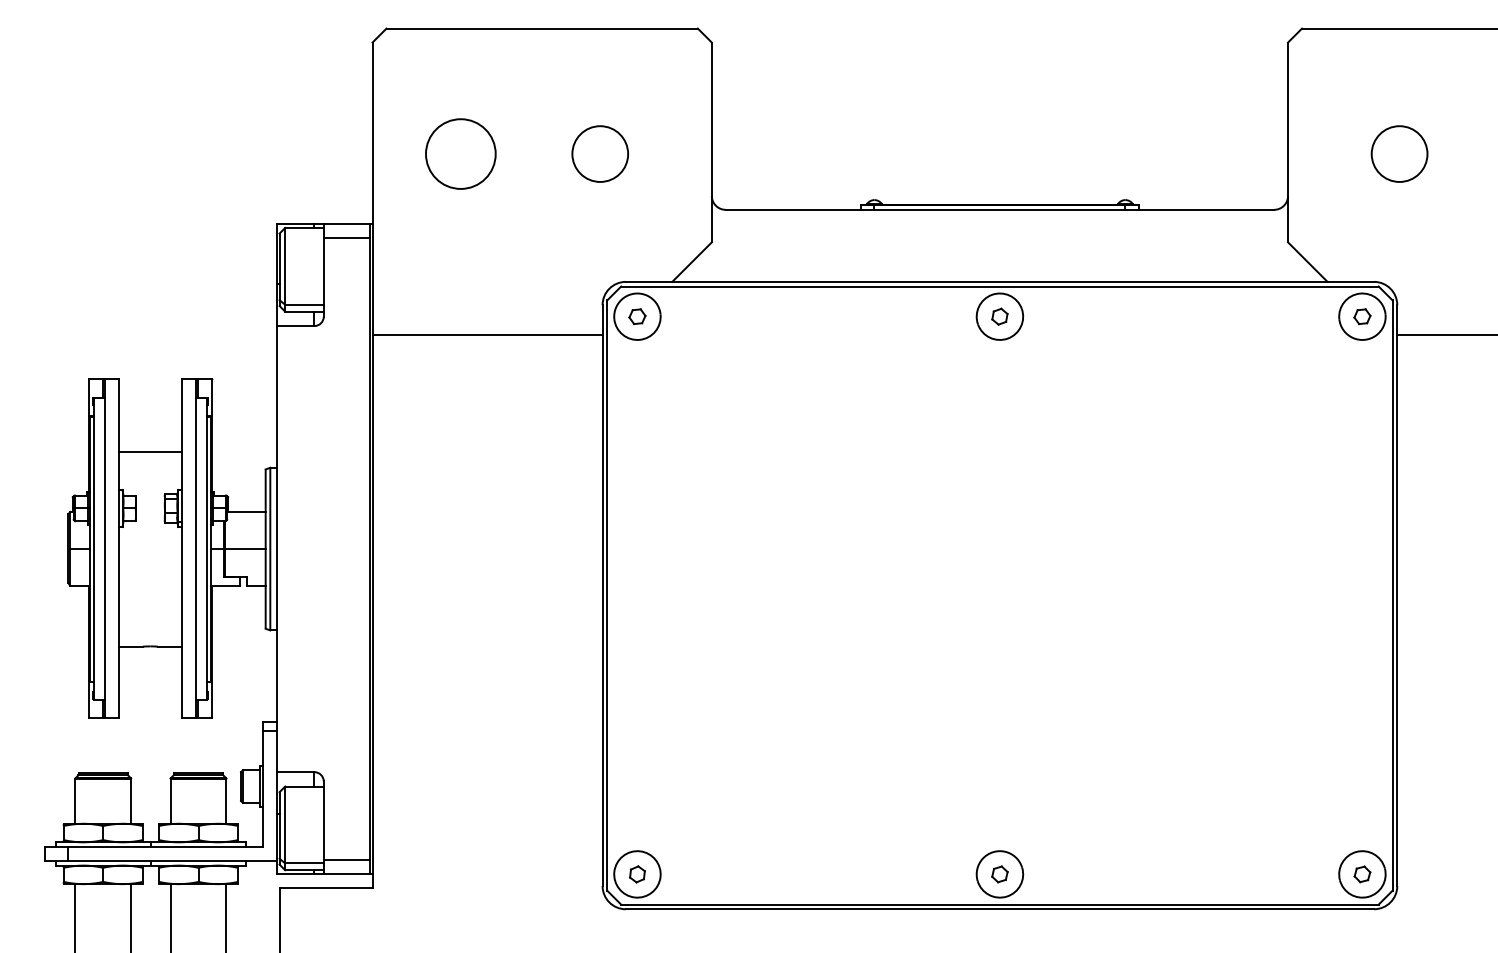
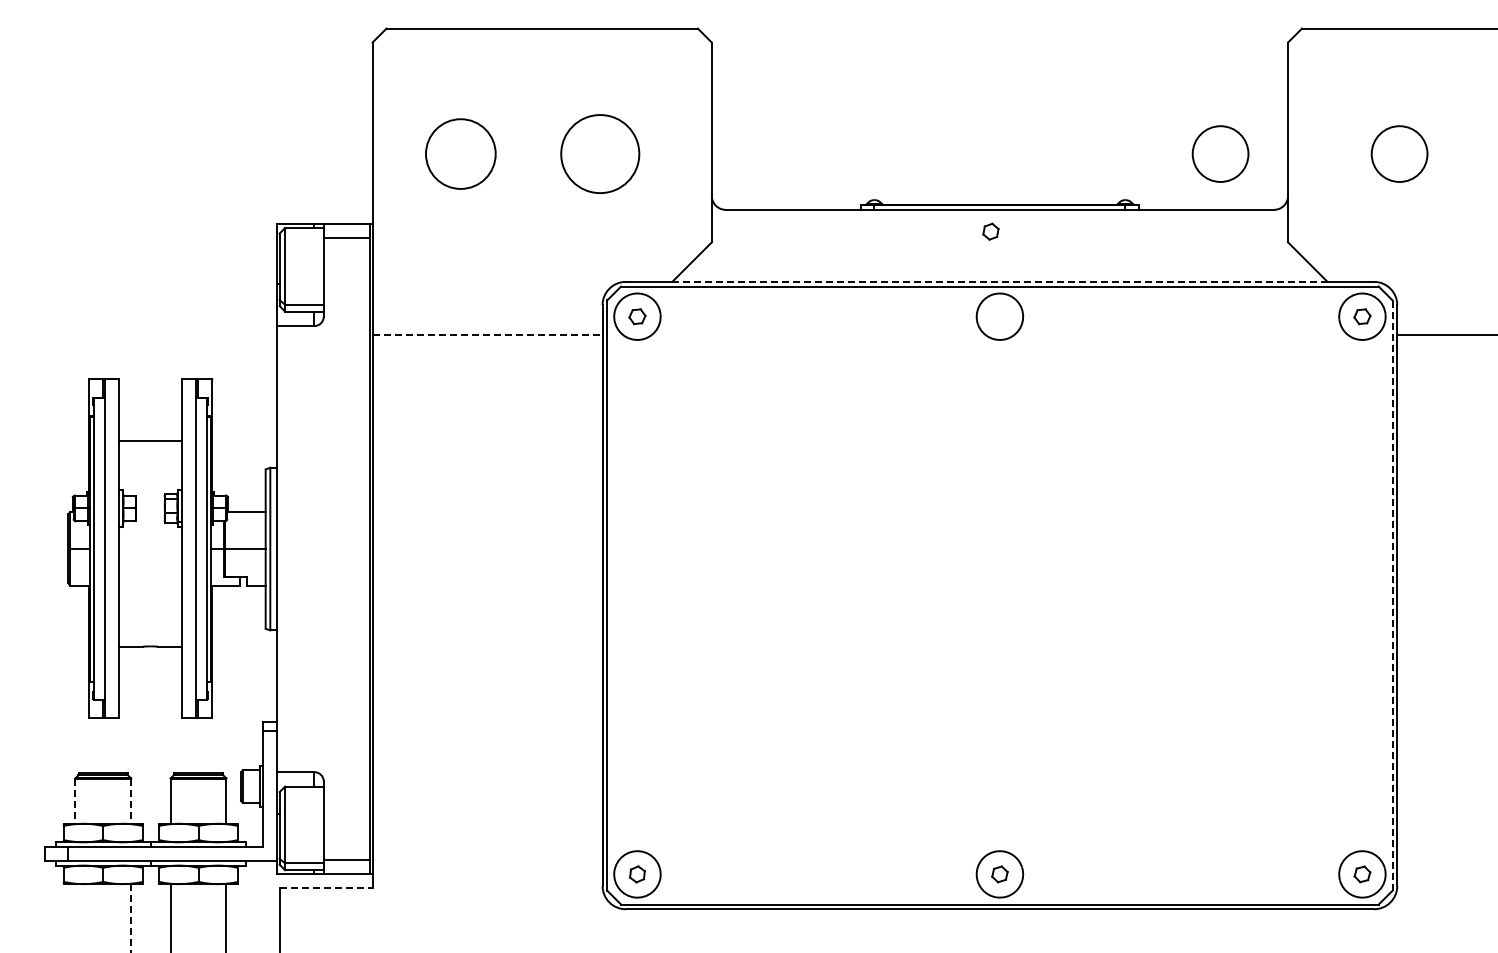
circle at (600, 153) diameter: 56 px -> 78 px
circle at (1220, 153): none -> present
line at (999, 281): solid -> dashed
part at (999, 316) position: (999, 316) -> (990, 231)
line at (488, 335): solid -> dashed
line at (150, 451) position: (150, 451) -> (150, 440)
line at (1392, 595): solid -> dashed
line at (75, 801): solid -> dashed
line at (131, 801): solid -> dashed
line at (326, 888): solid -> dashed
line at (75, 916): present -> none
line at (131, 918): solid -> dashed
